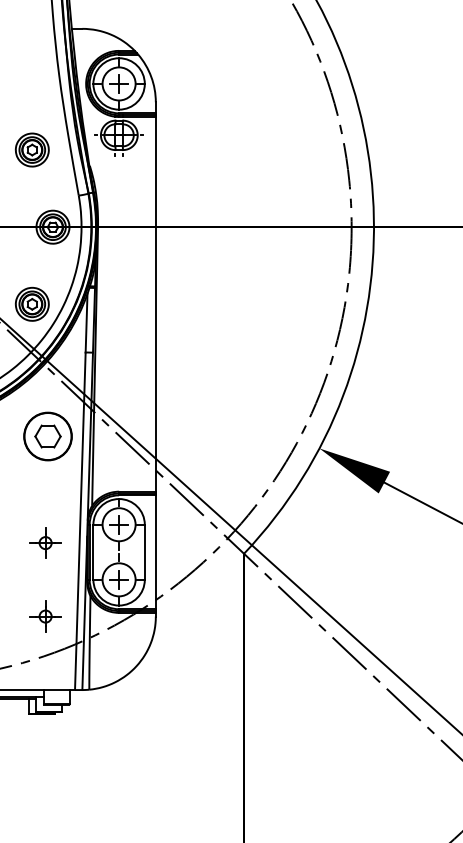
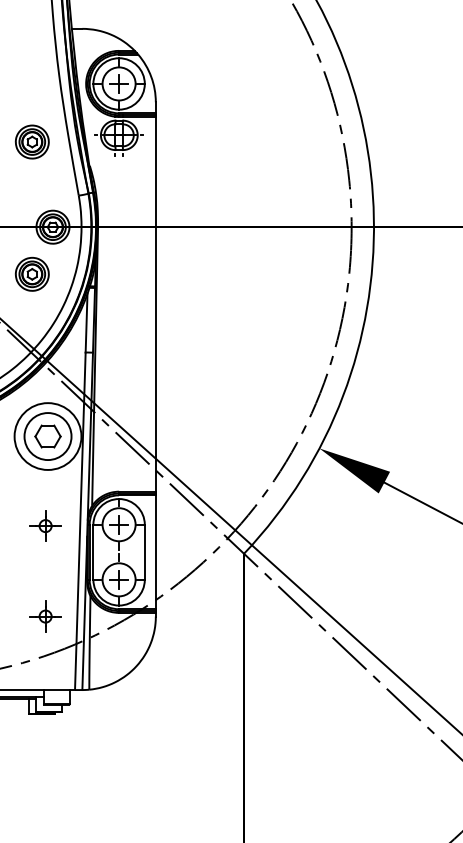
part at (31, 149) position: (31, 149) -> (31, 141)
part at (31, 303) position: (31, 303) -> (31, 273)
circle at (47, 436) diameter: 48 px -> 67 px
part at (45, 542) position: (45, 542) -> (45, 525)
